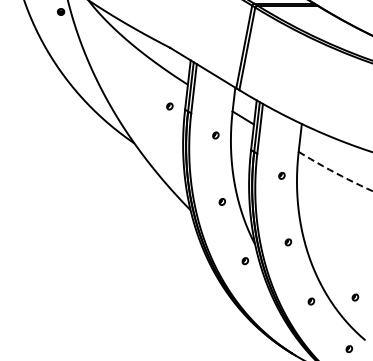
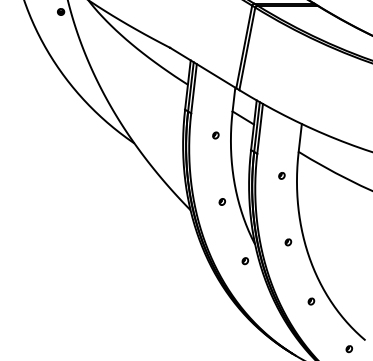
part at (169, 106): present -> none
arc at (335, 172): dashed -> solid
part at (355, 297): present -> none
